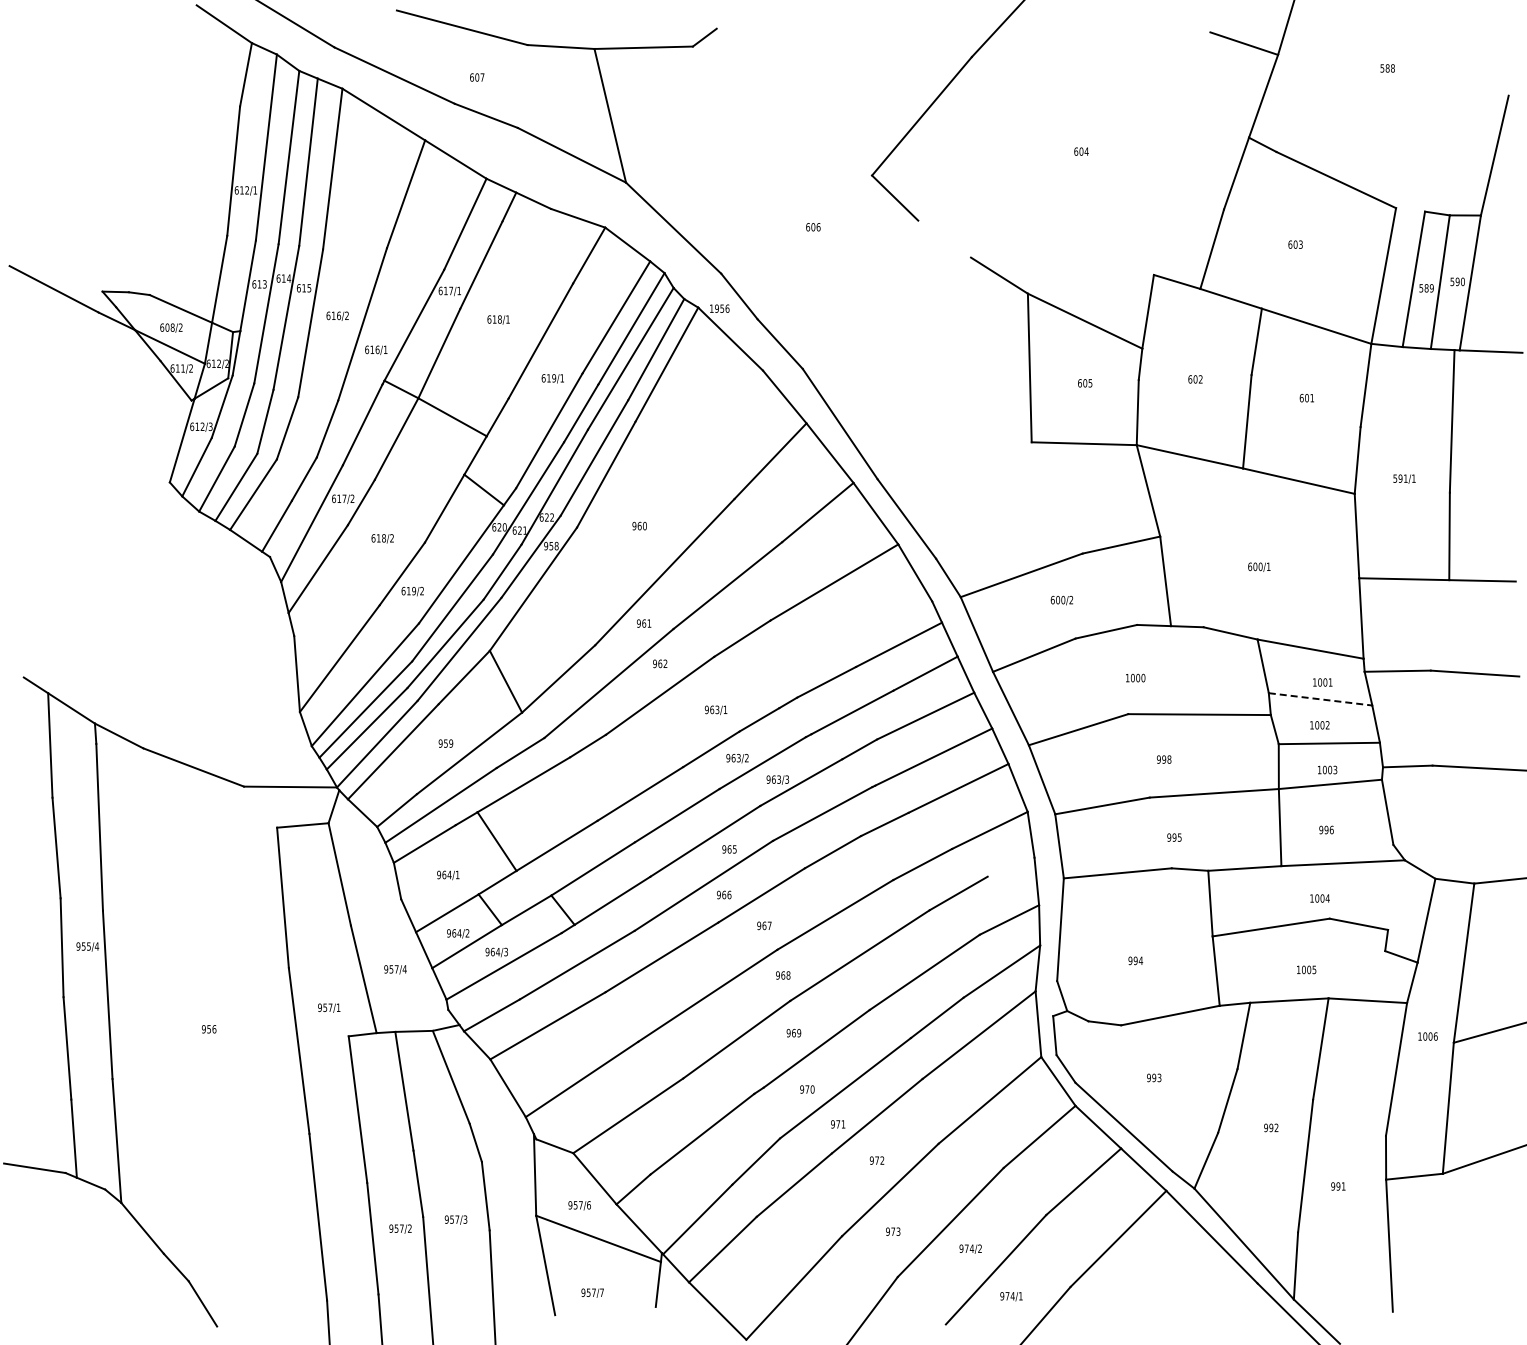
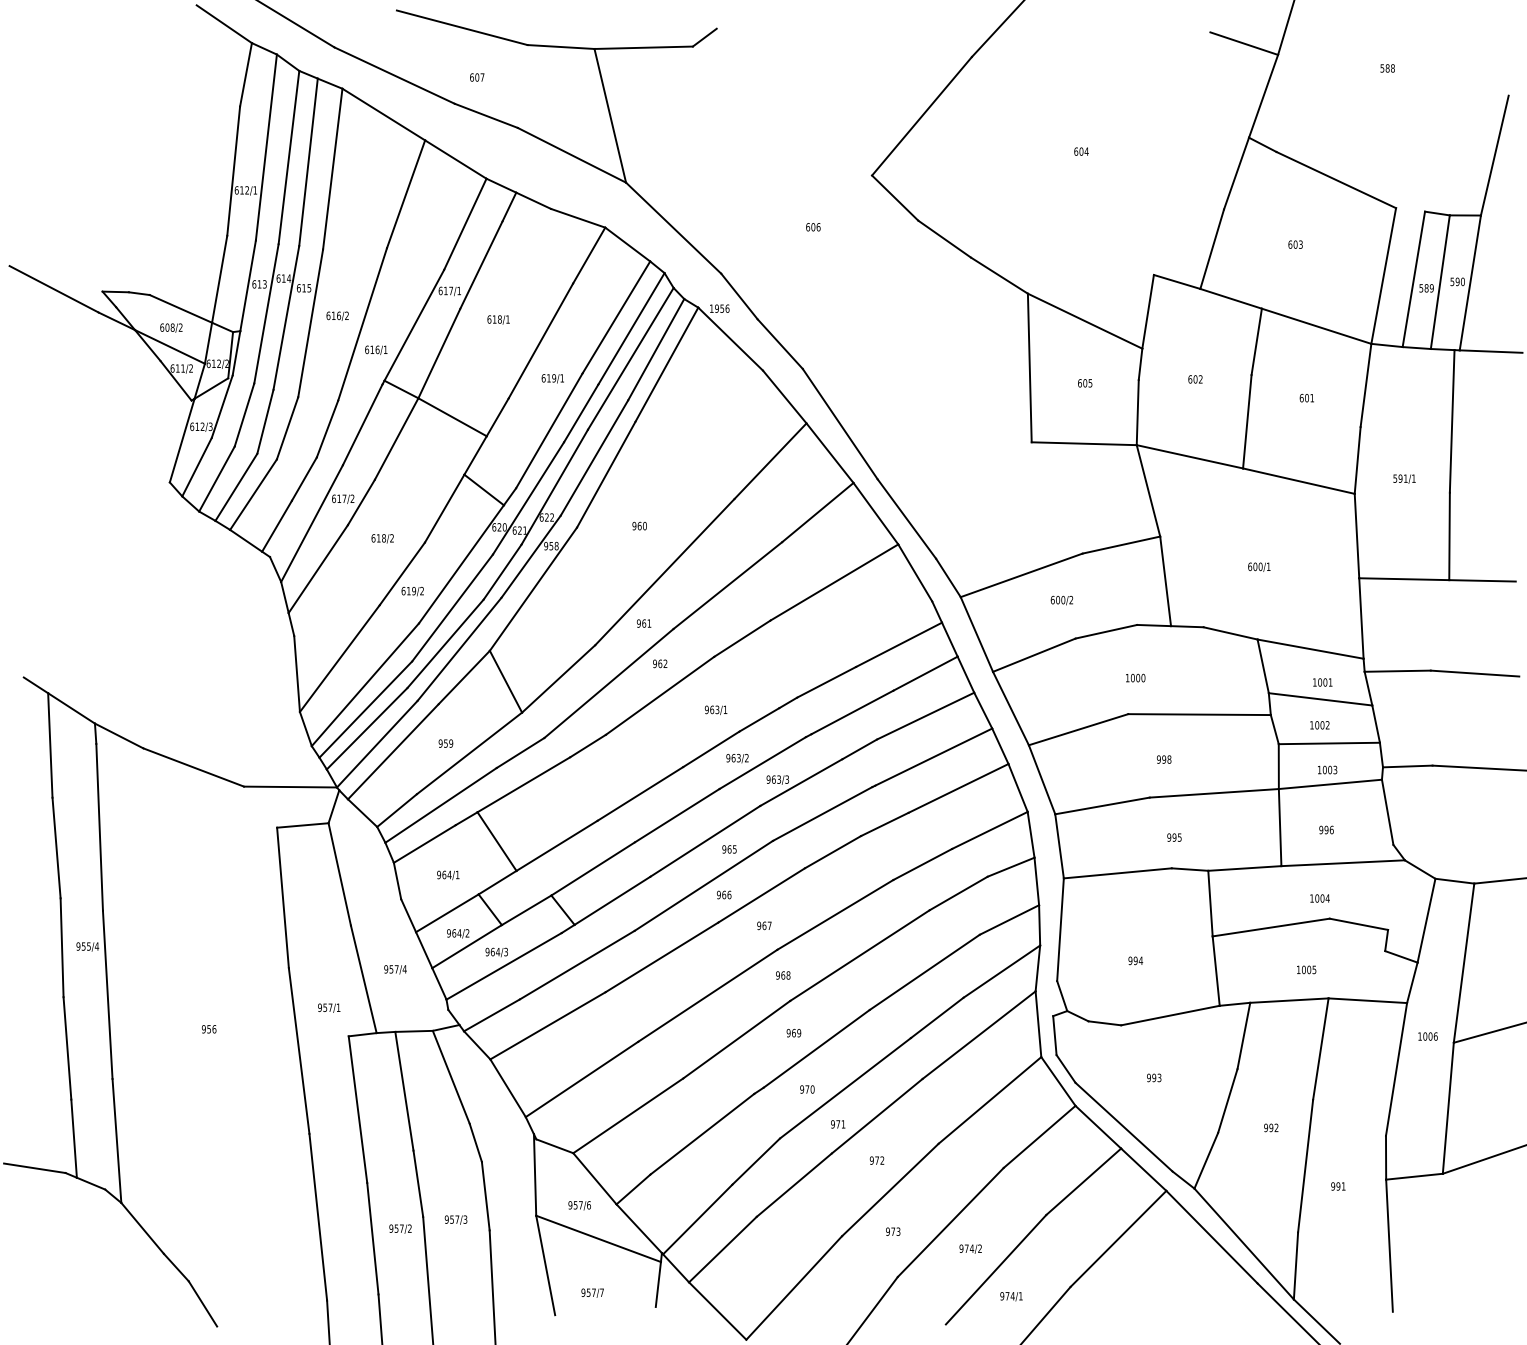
line at (944, 238): none -> present
line at (1321, 699): dashed -> solid
line at (1010, 866): none -> present
